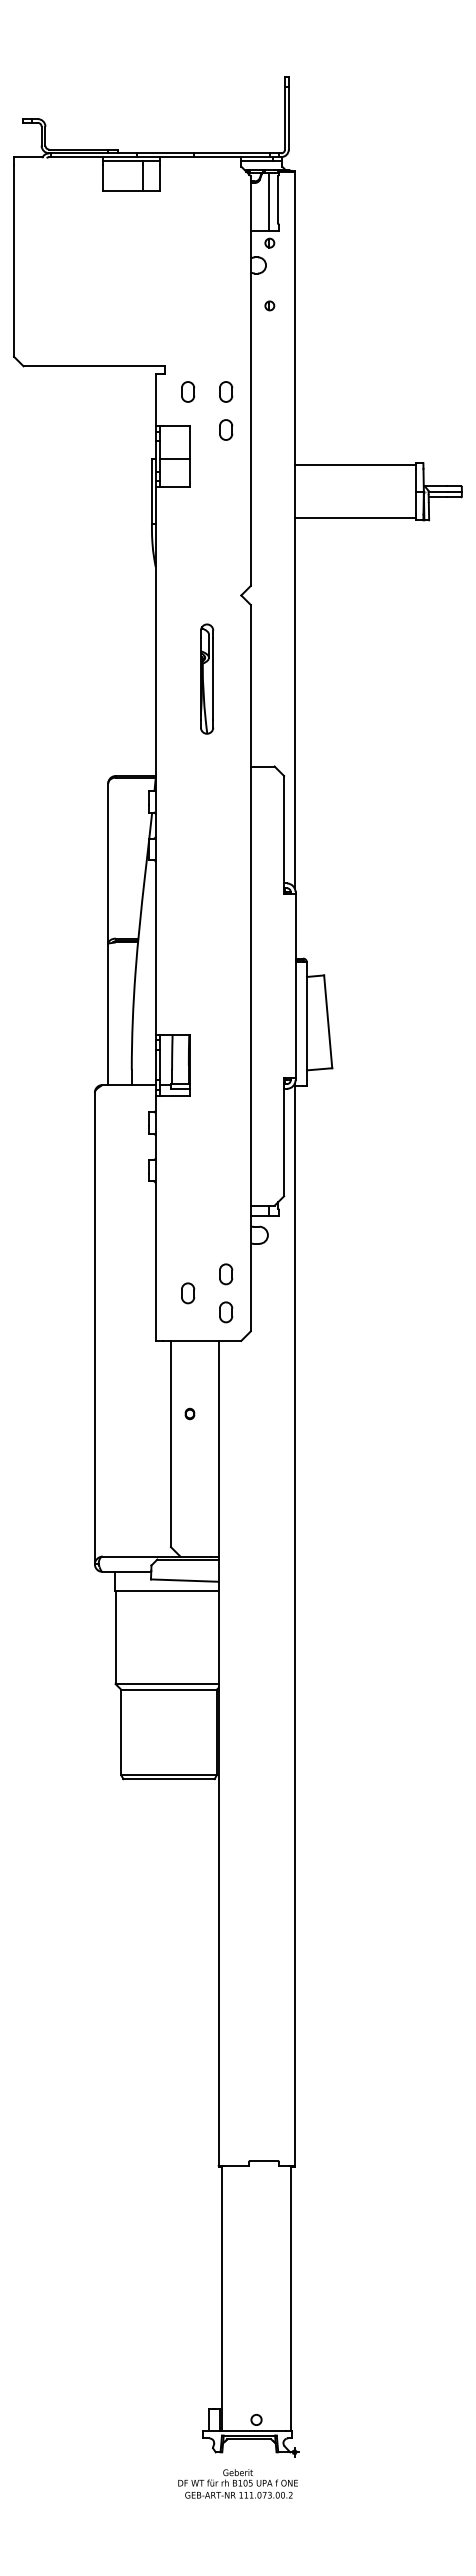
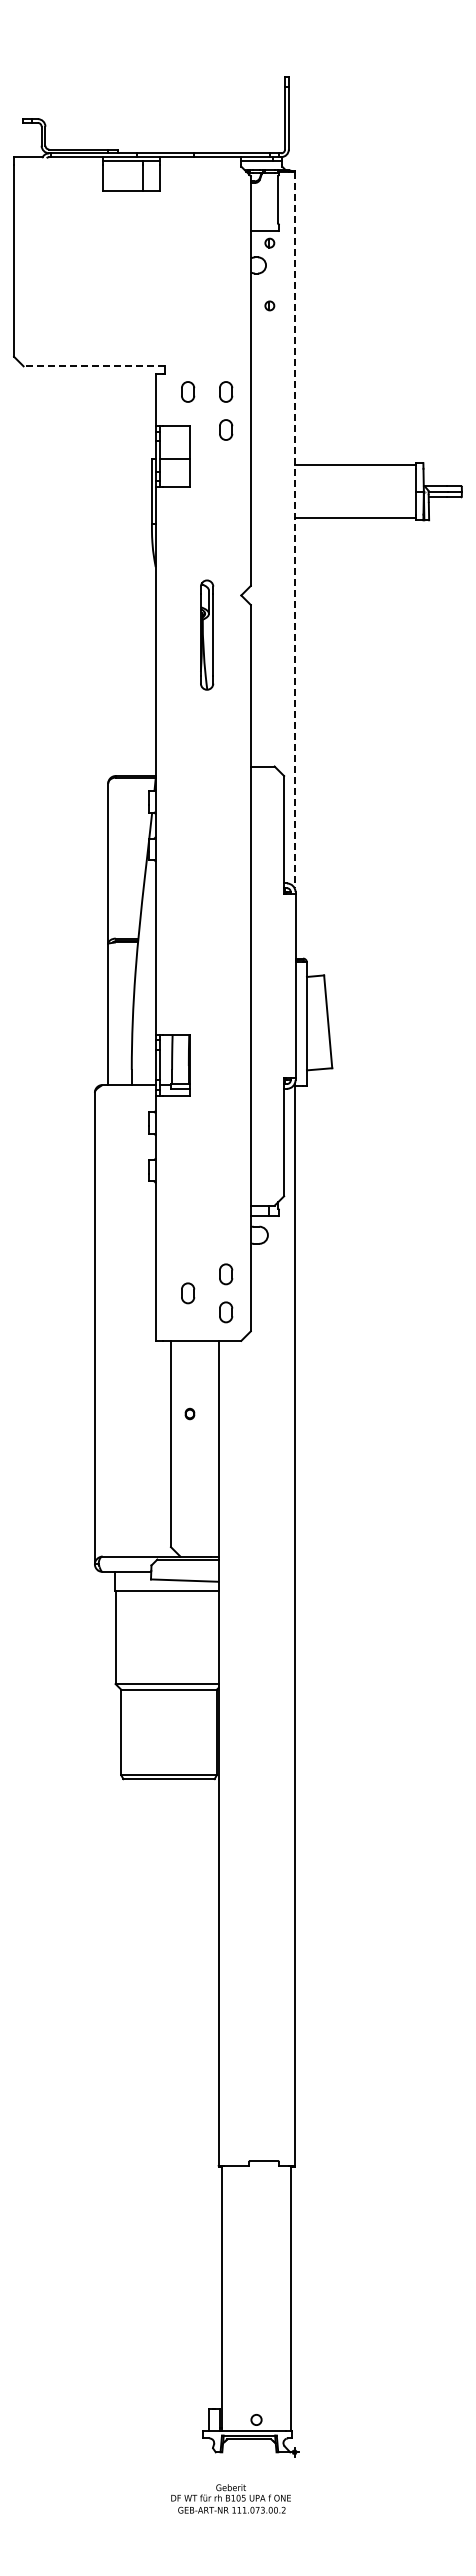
line at (268, 202): present -> none
line at (94, 366): solid -> dashed
line at (294, 530): solid -> dashed
part at (207, 678) position: (207, 678) -> (207, 634)
text at (237, 2483) position: (237, 2483) -> (230, 2498)
